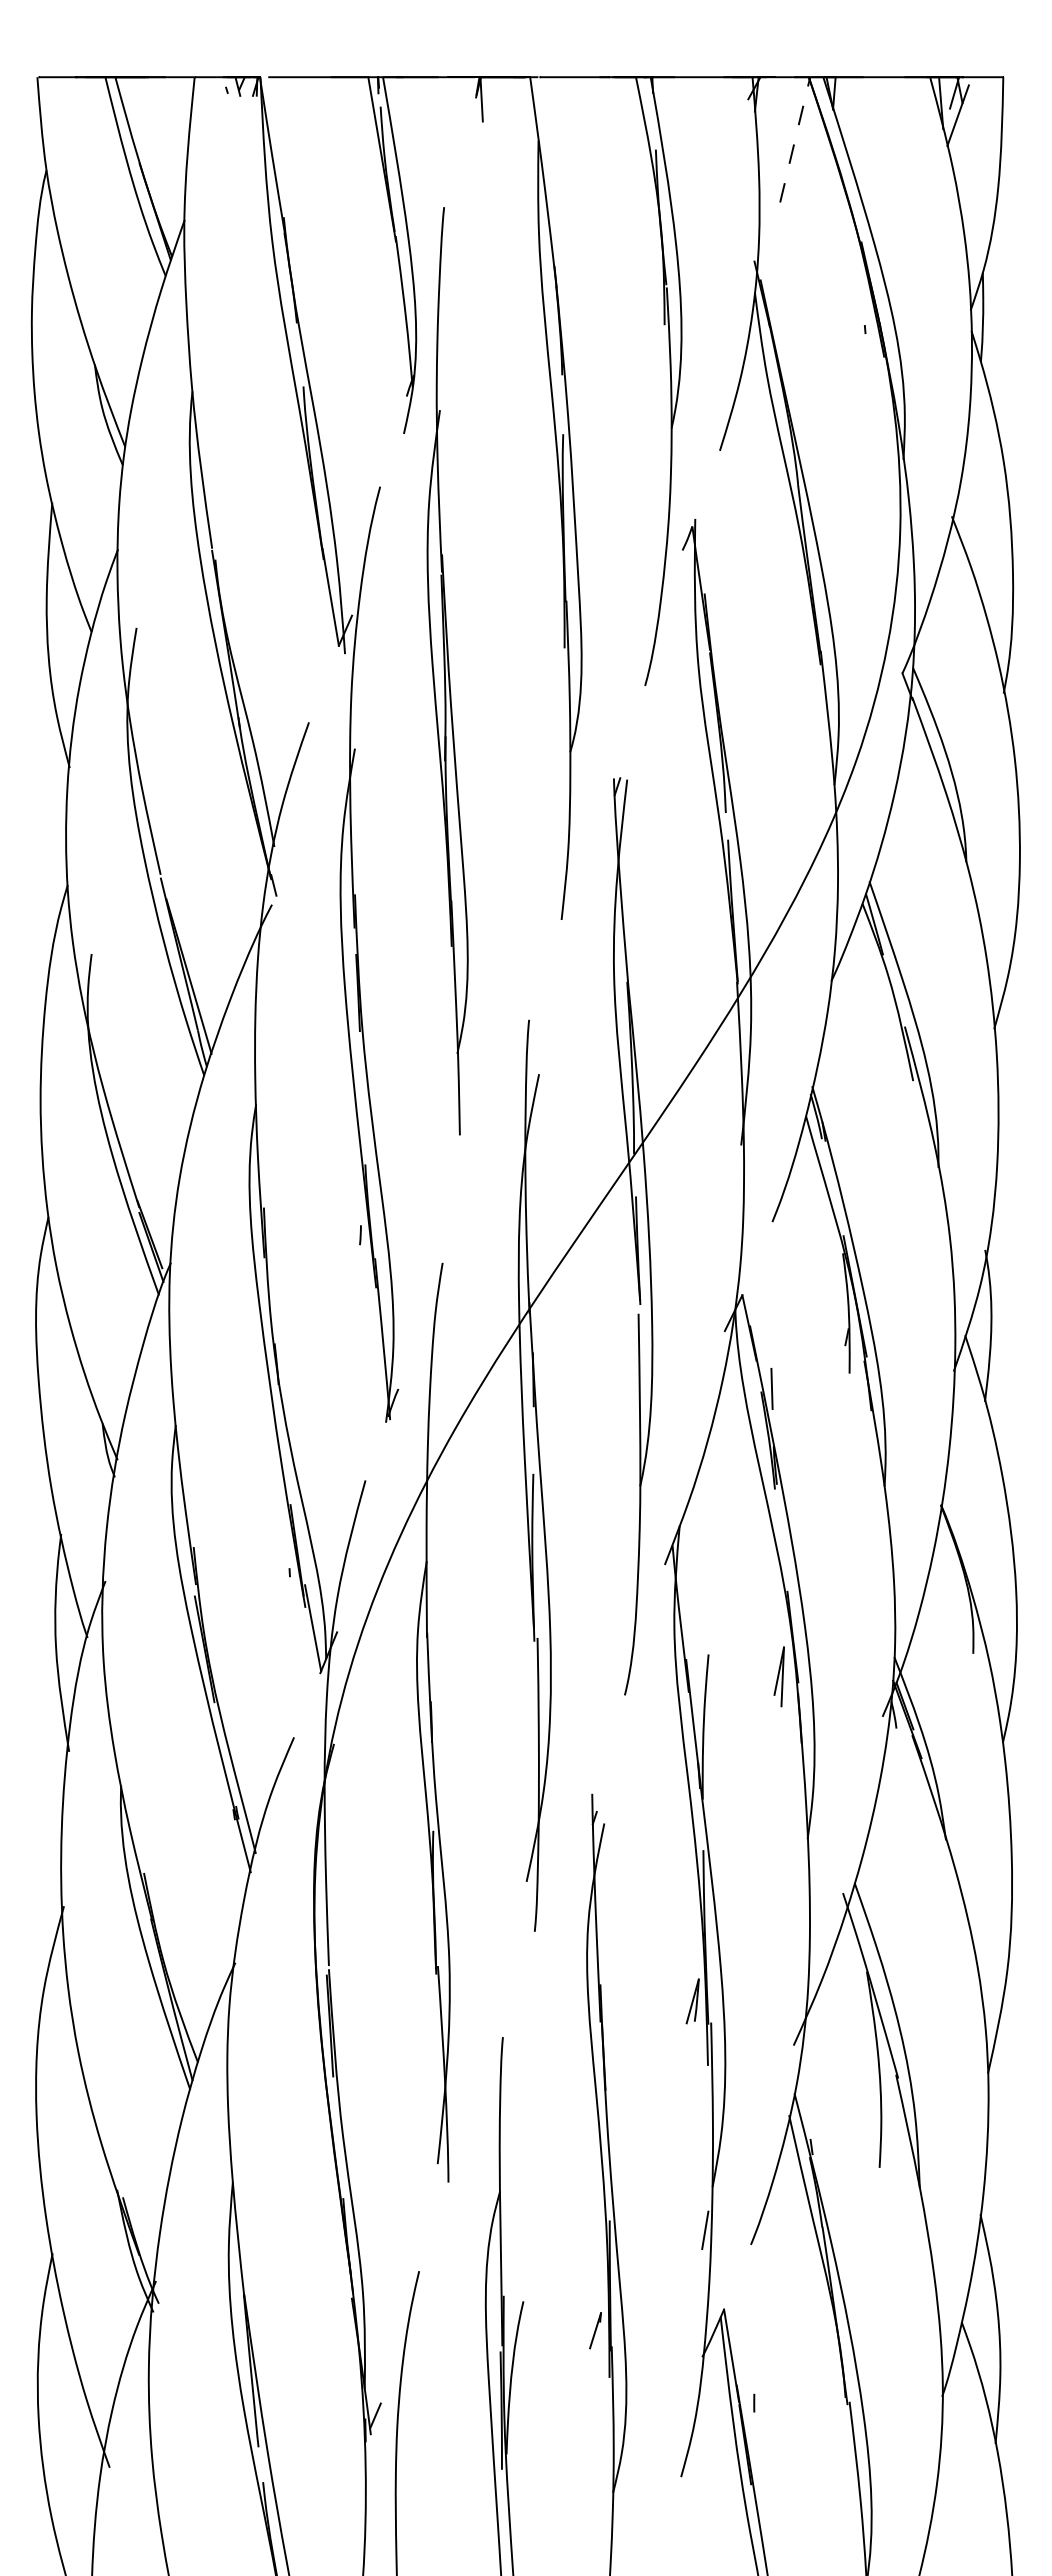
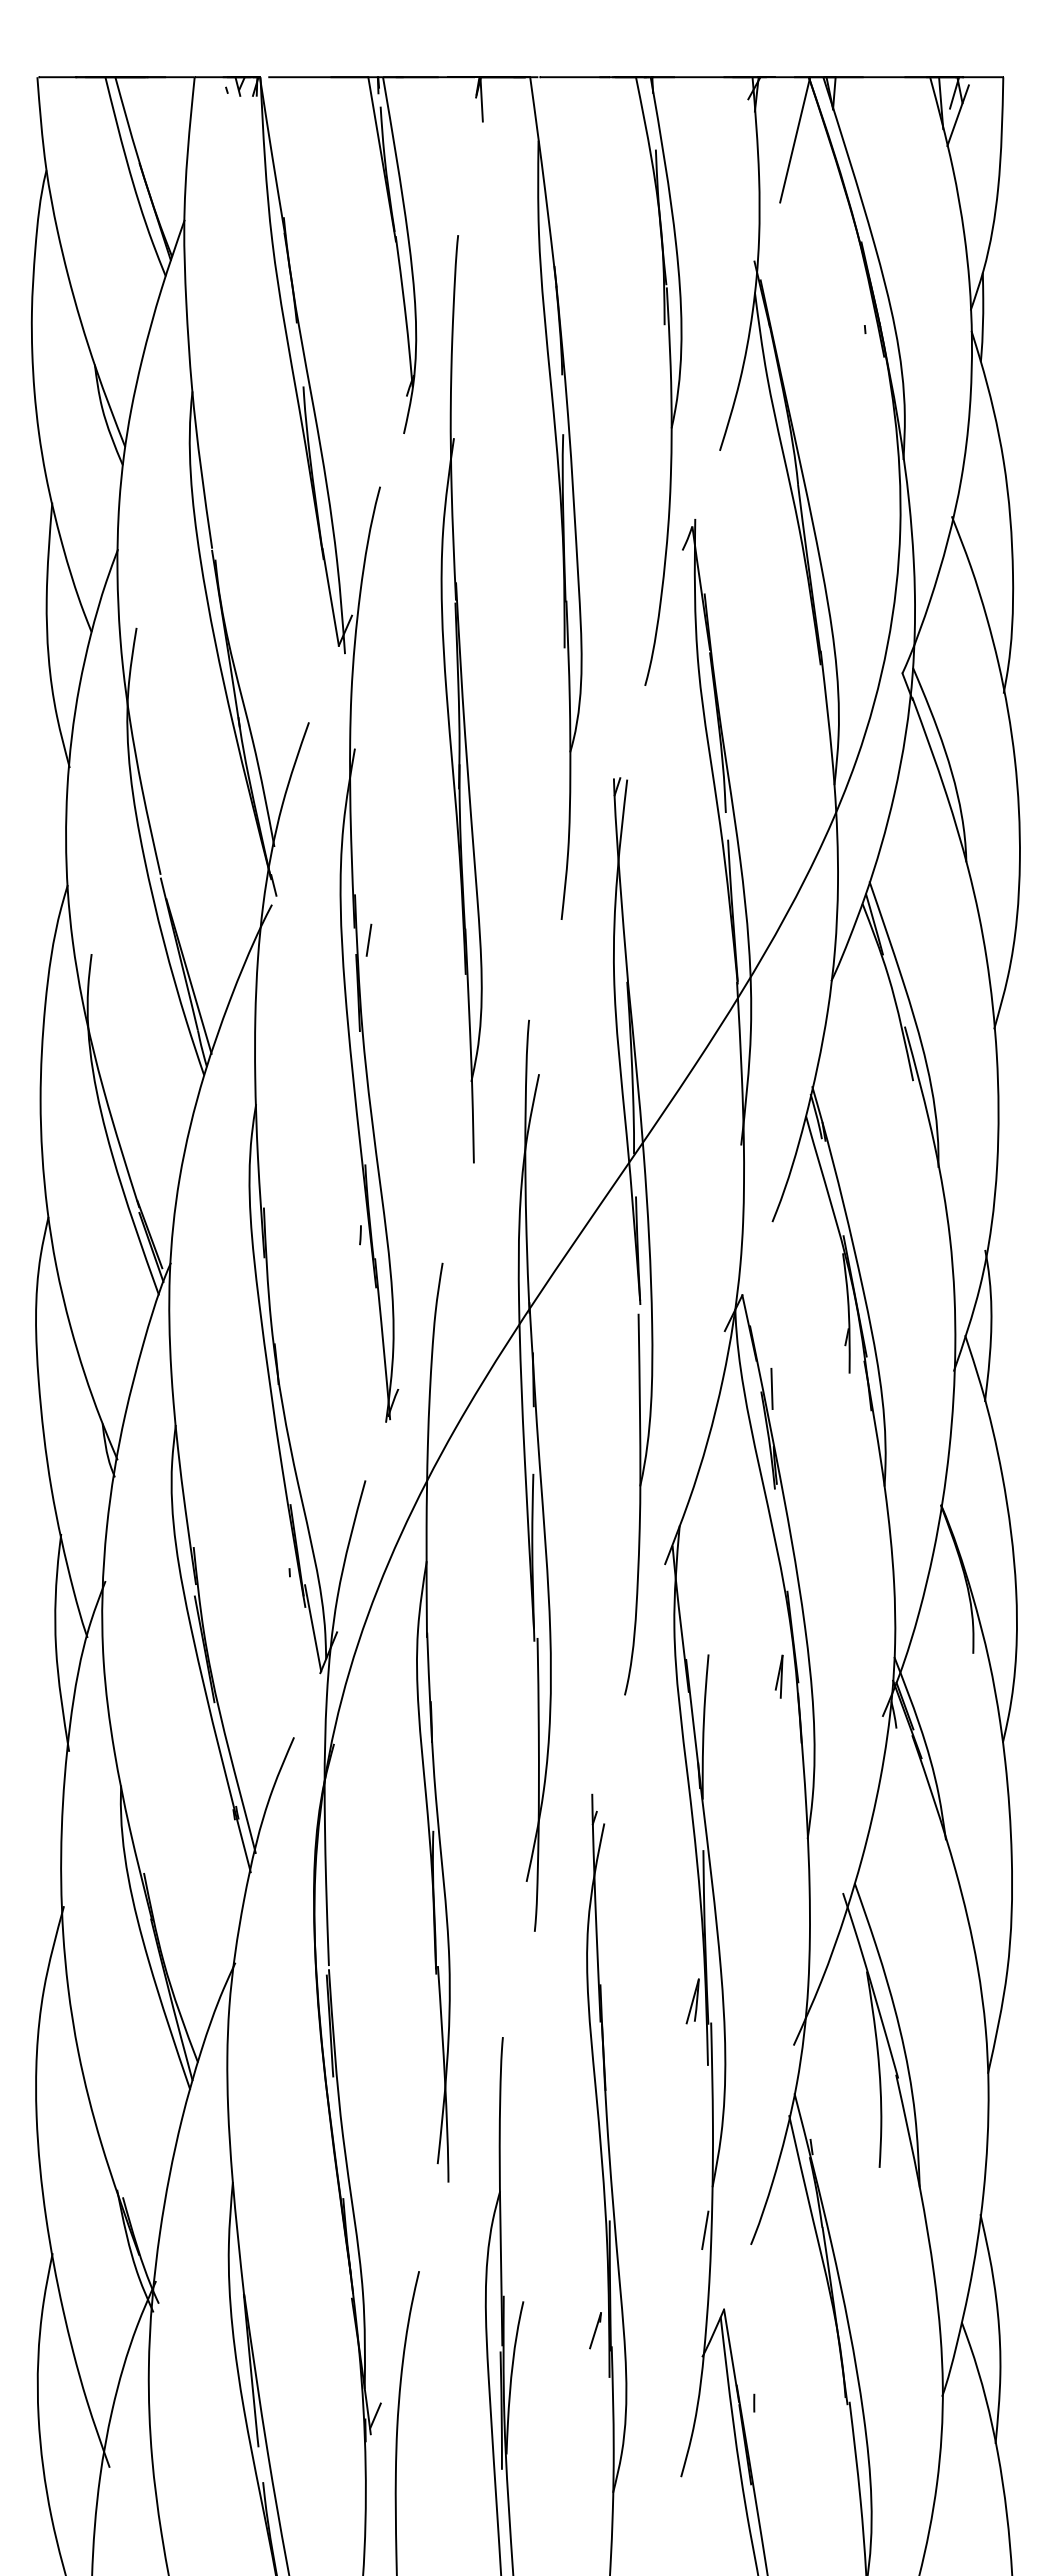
line at (795, 139): dashed -> solid
part at (447, 671) position: (447, 671) -> (461, 699)
line at (368, 939): none -> present
part at (778, 1676) size: 12x62 px -> 10x45 px
